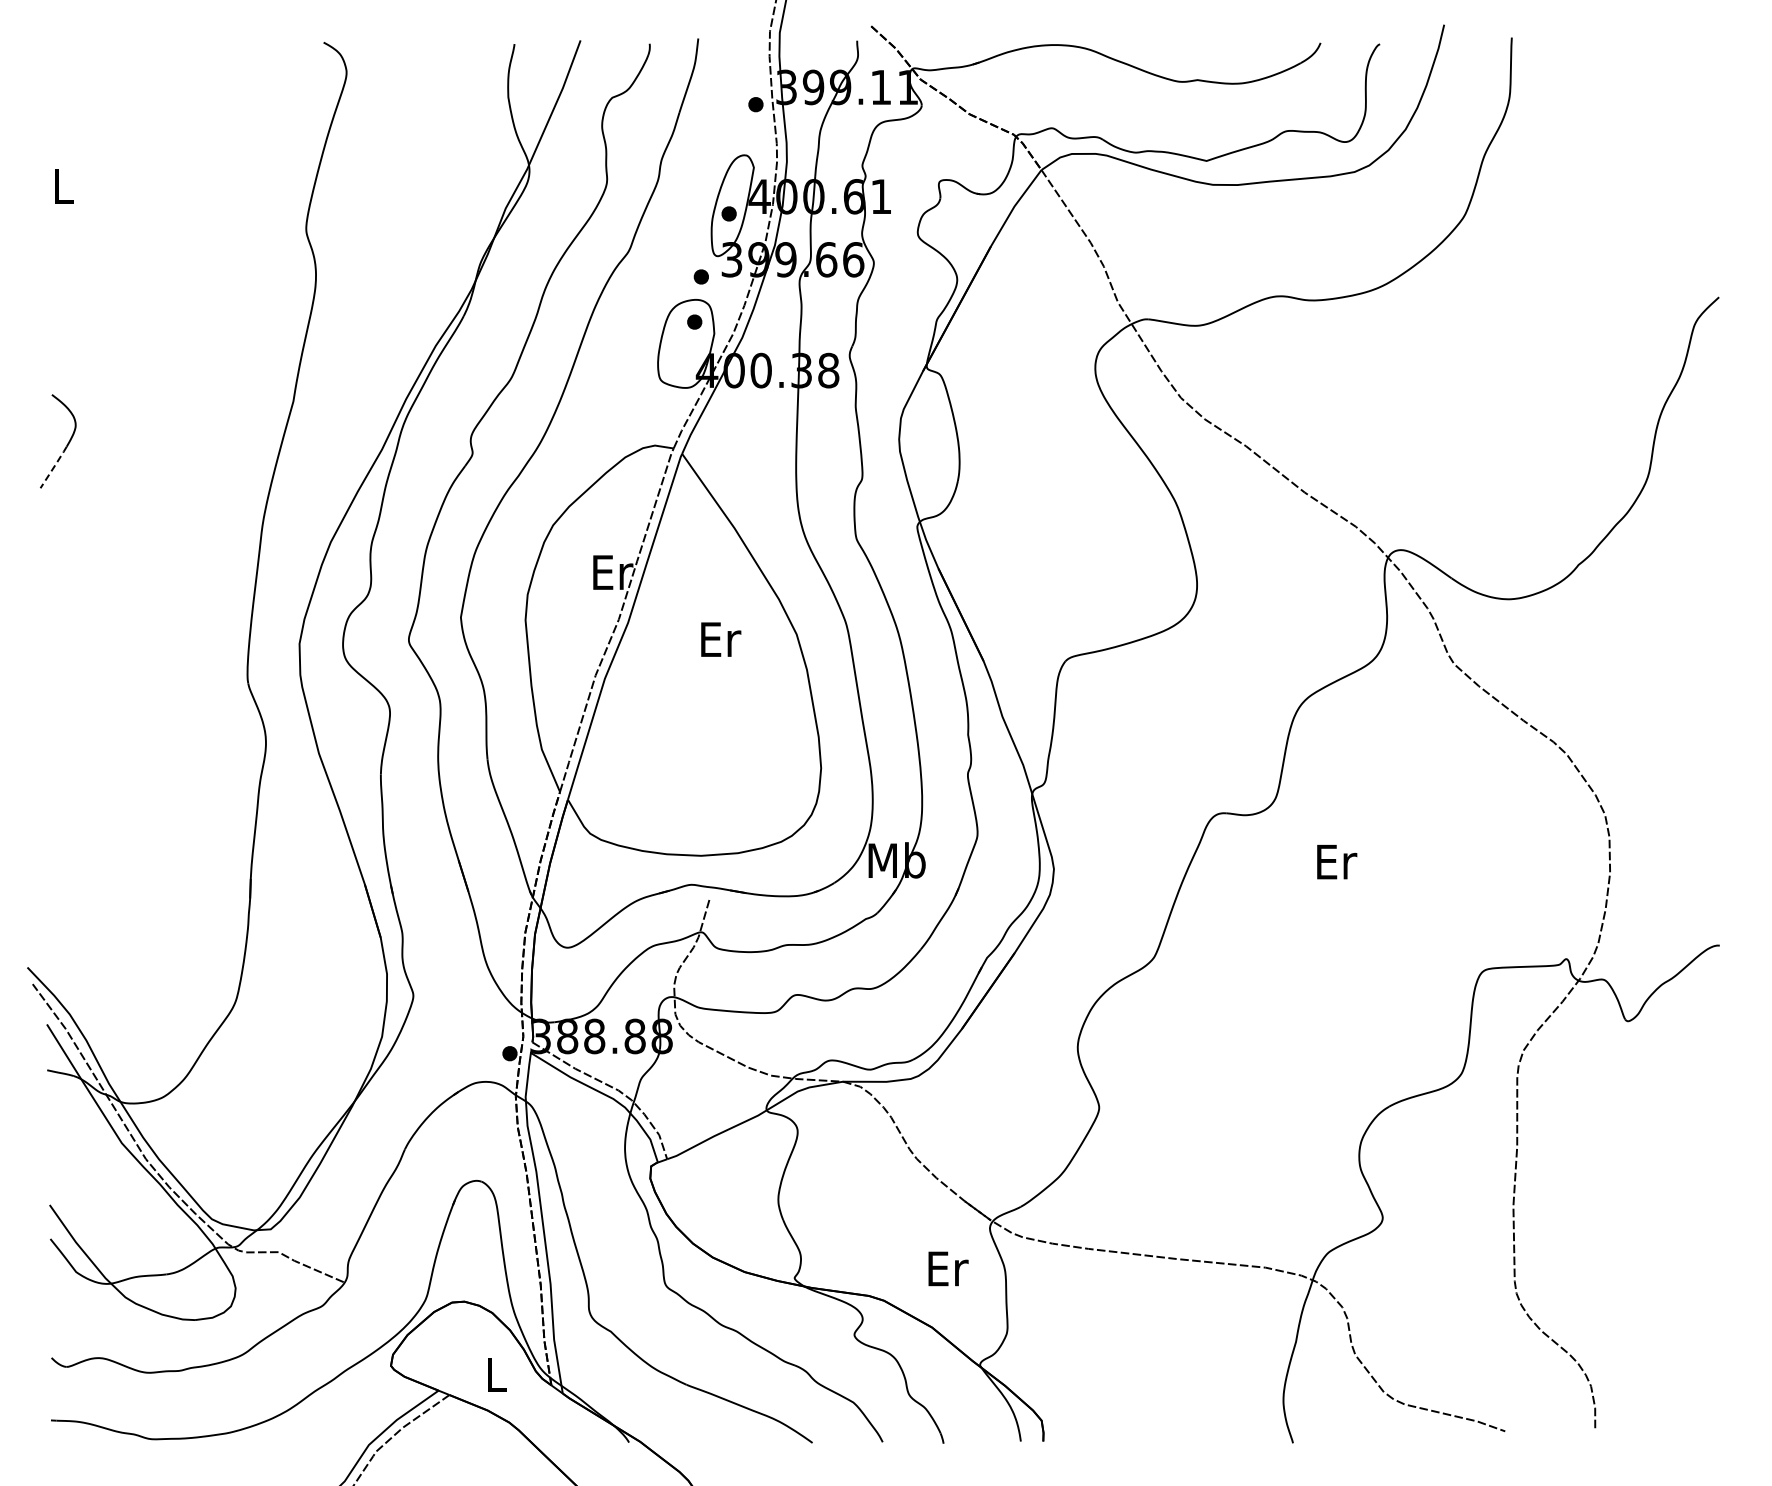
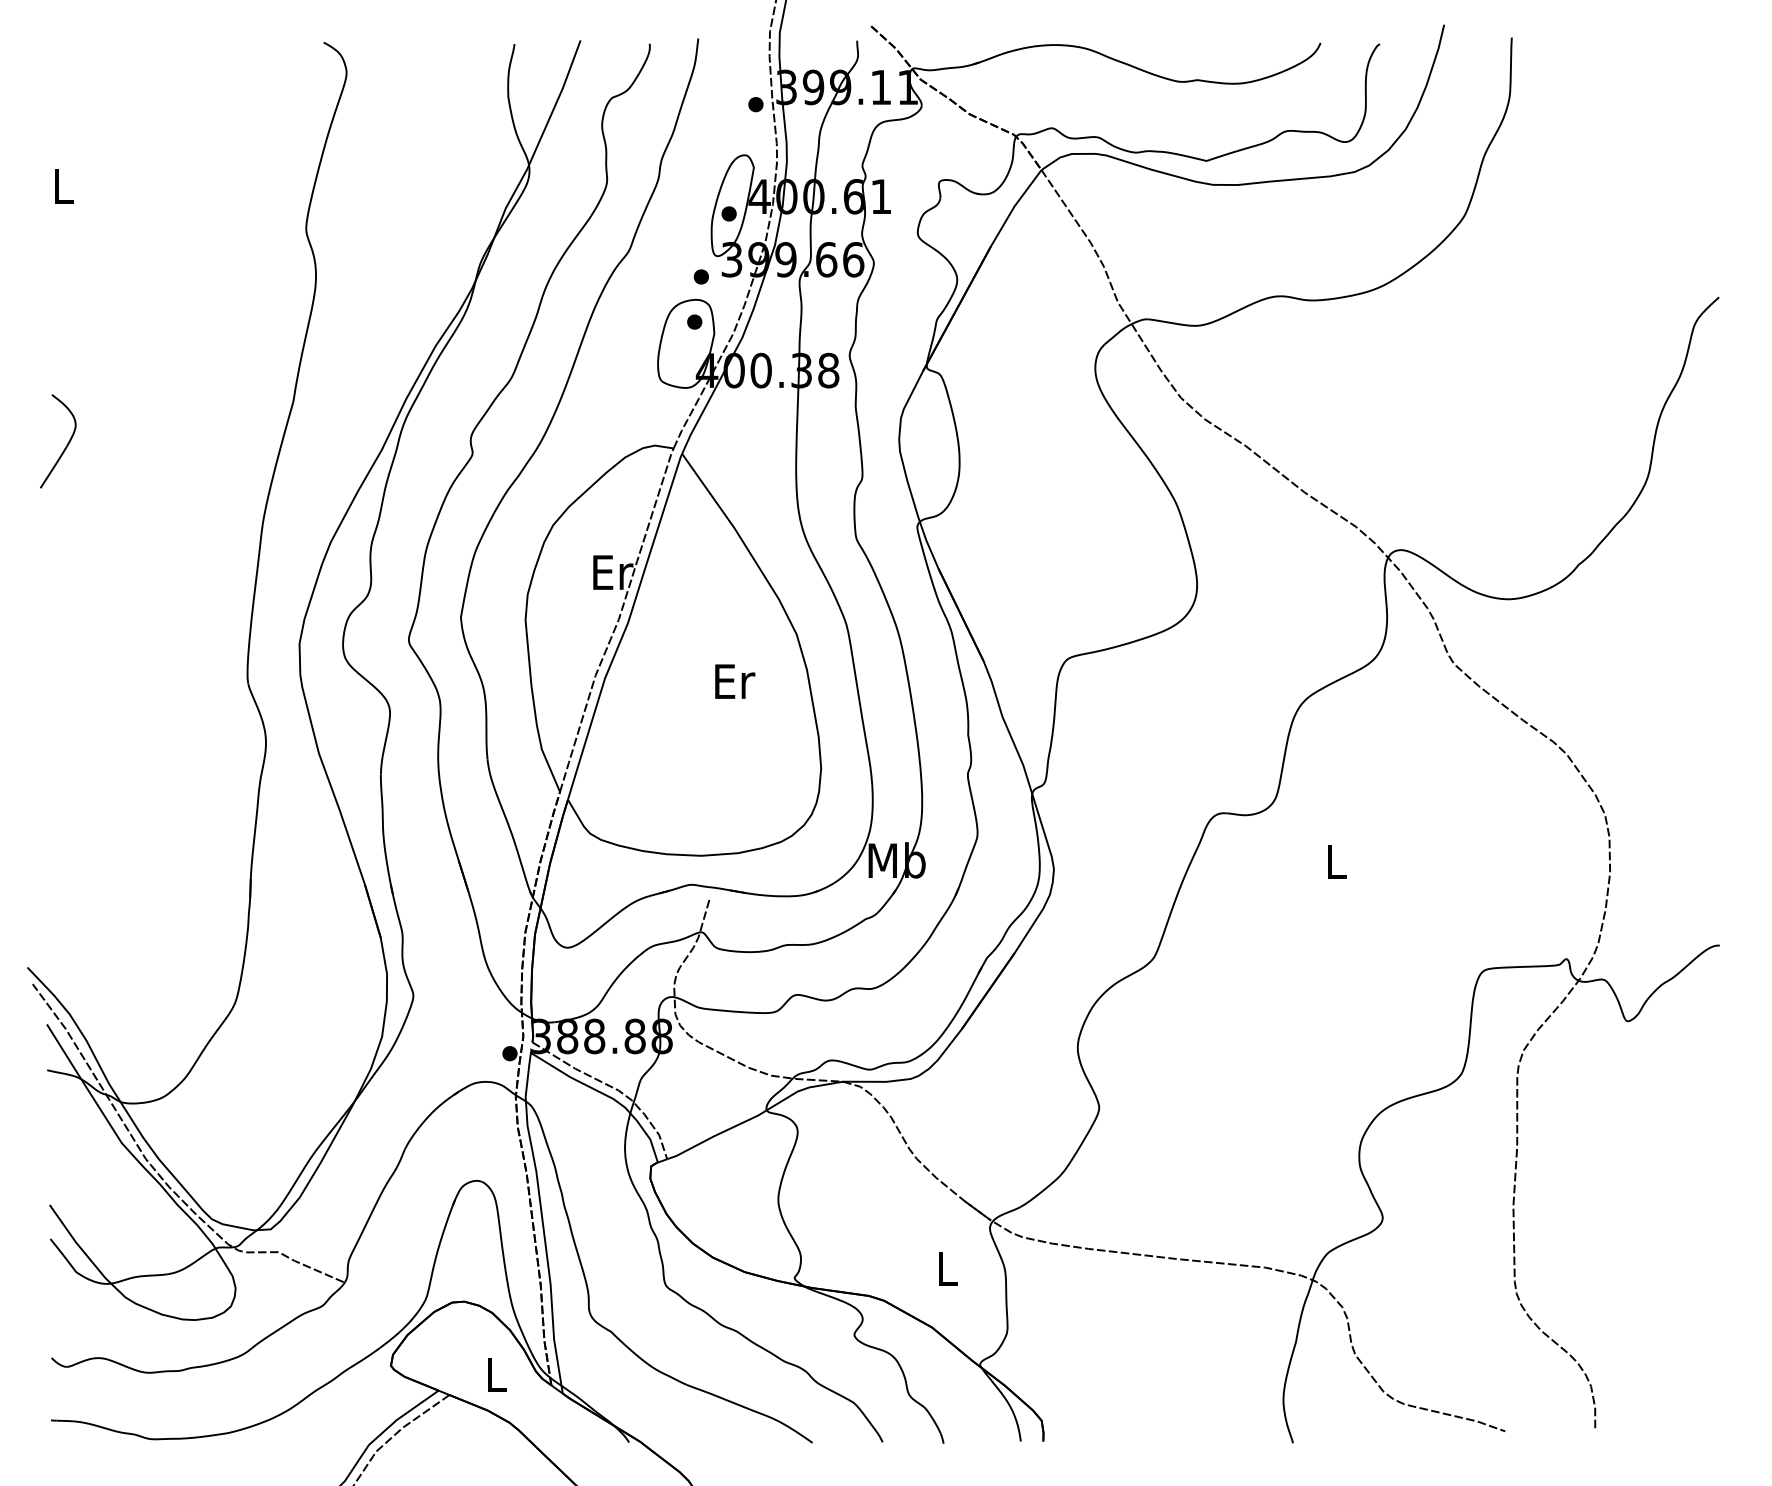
line at (54, 466): dashed -> solid
text at (721, 639) position: (721, 639) -> (735, 681)
text at (1337, 861): Er -> L
text at (948, 1268): Er -> L
